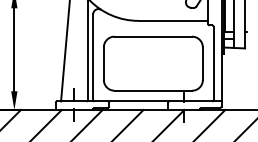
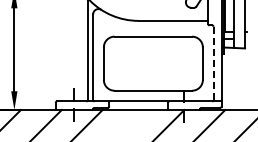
line at (65, 51): present -> none
line at (213, 63): solid -> dashed
line at (128, 123): present -> none
